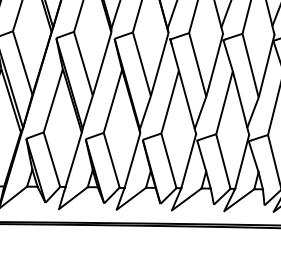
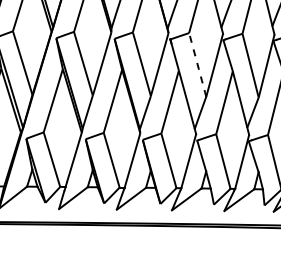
arc at (197, 64): solid -> dashed
